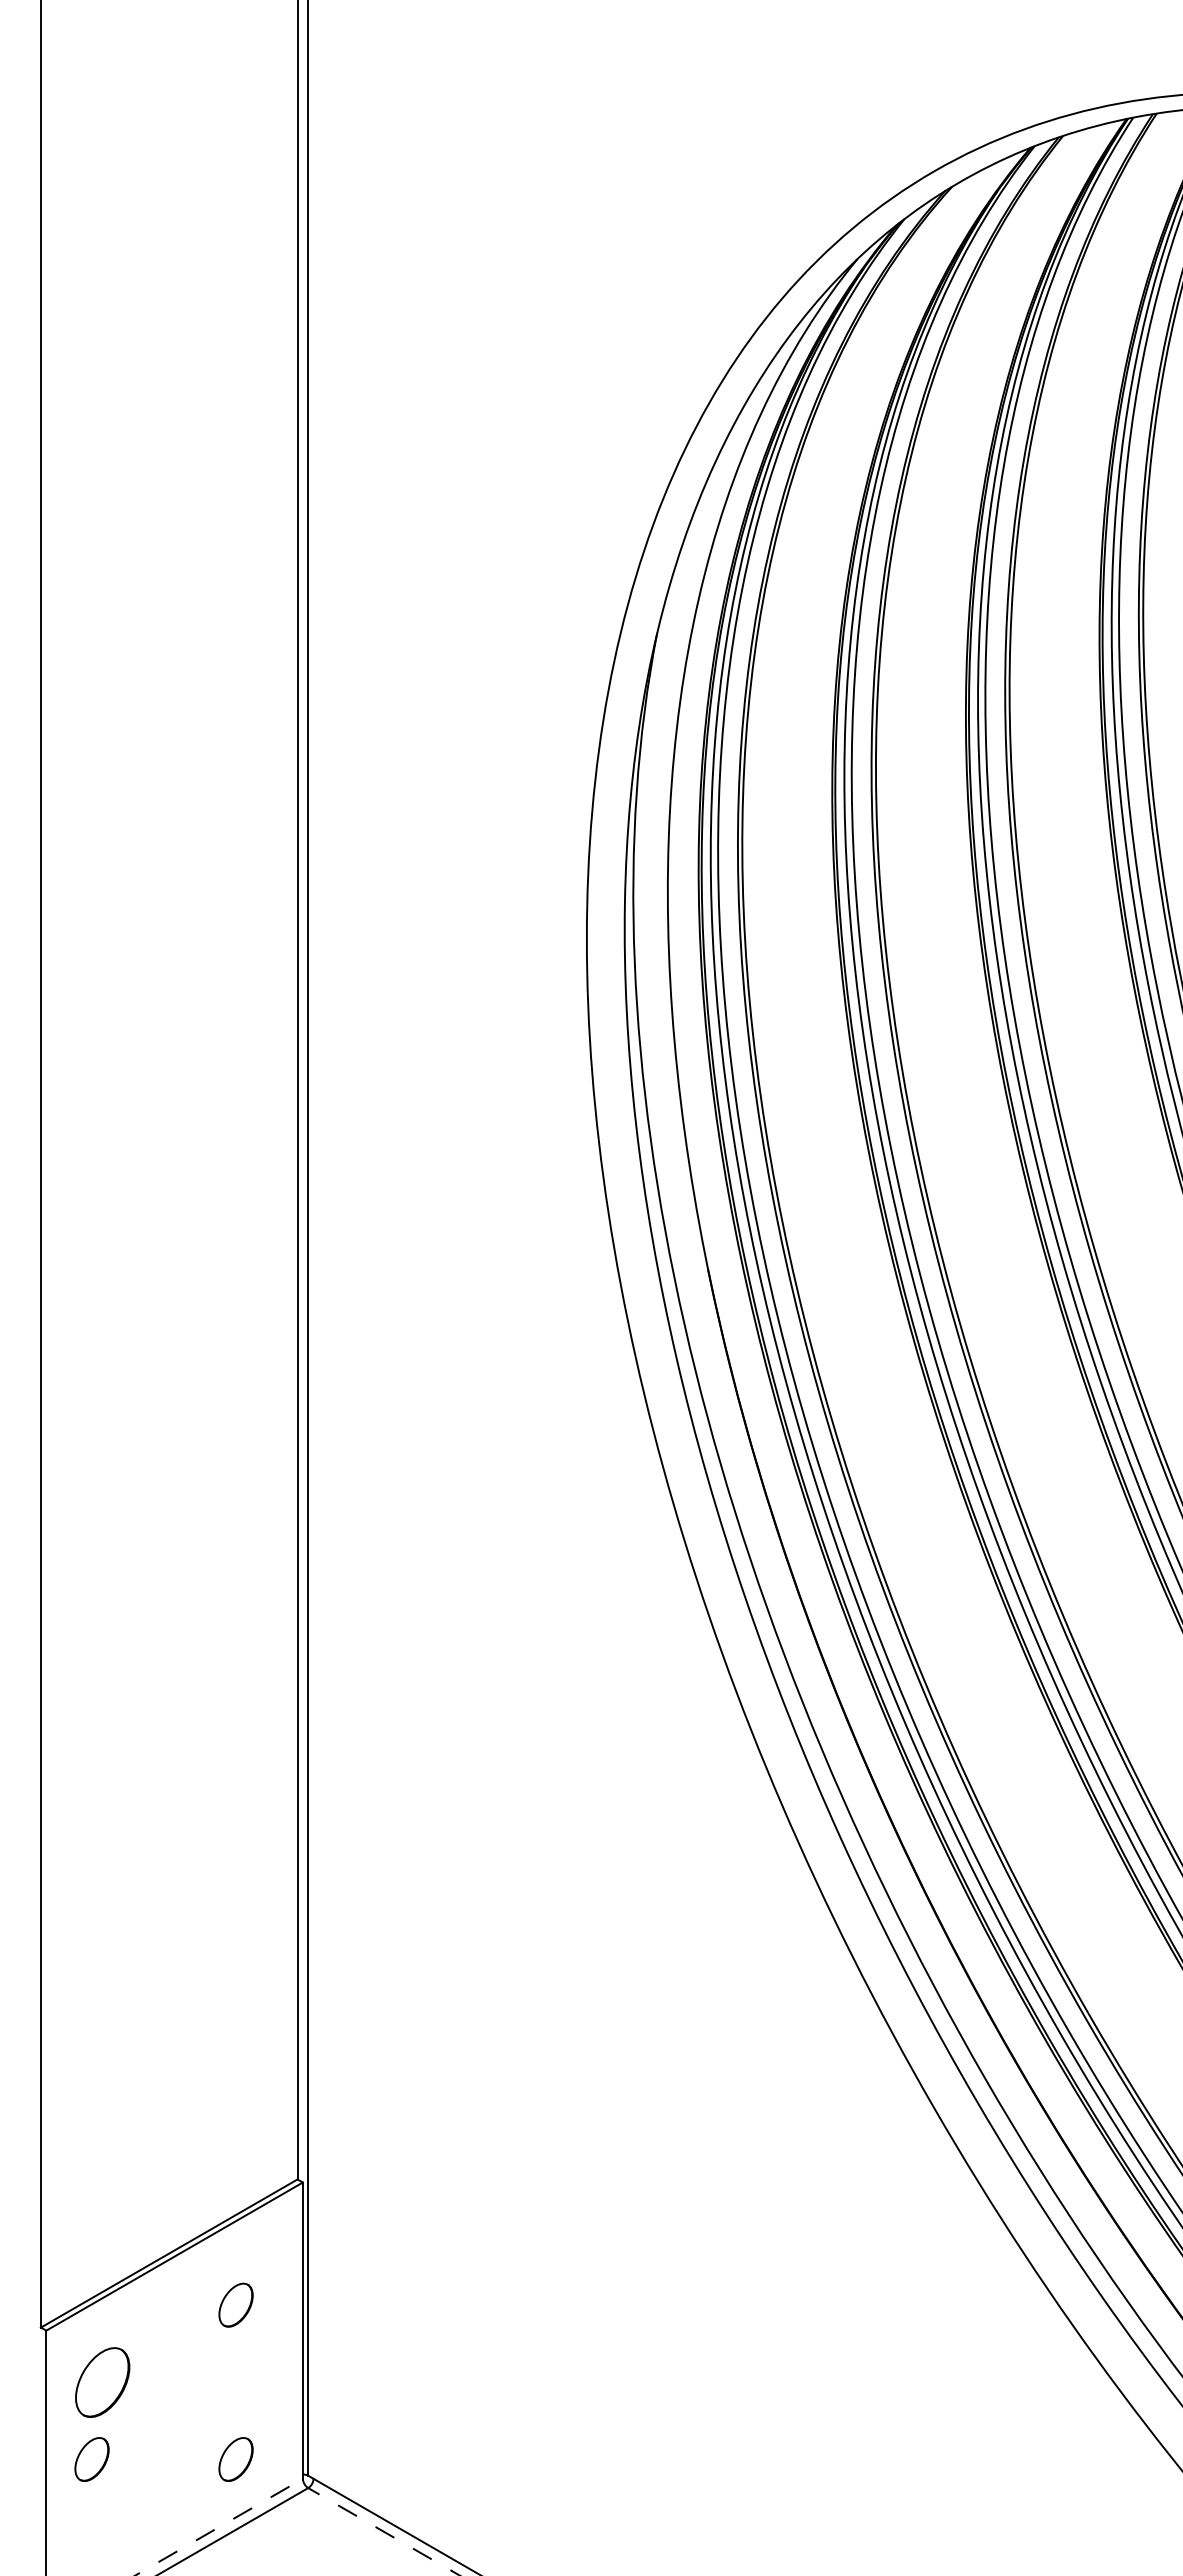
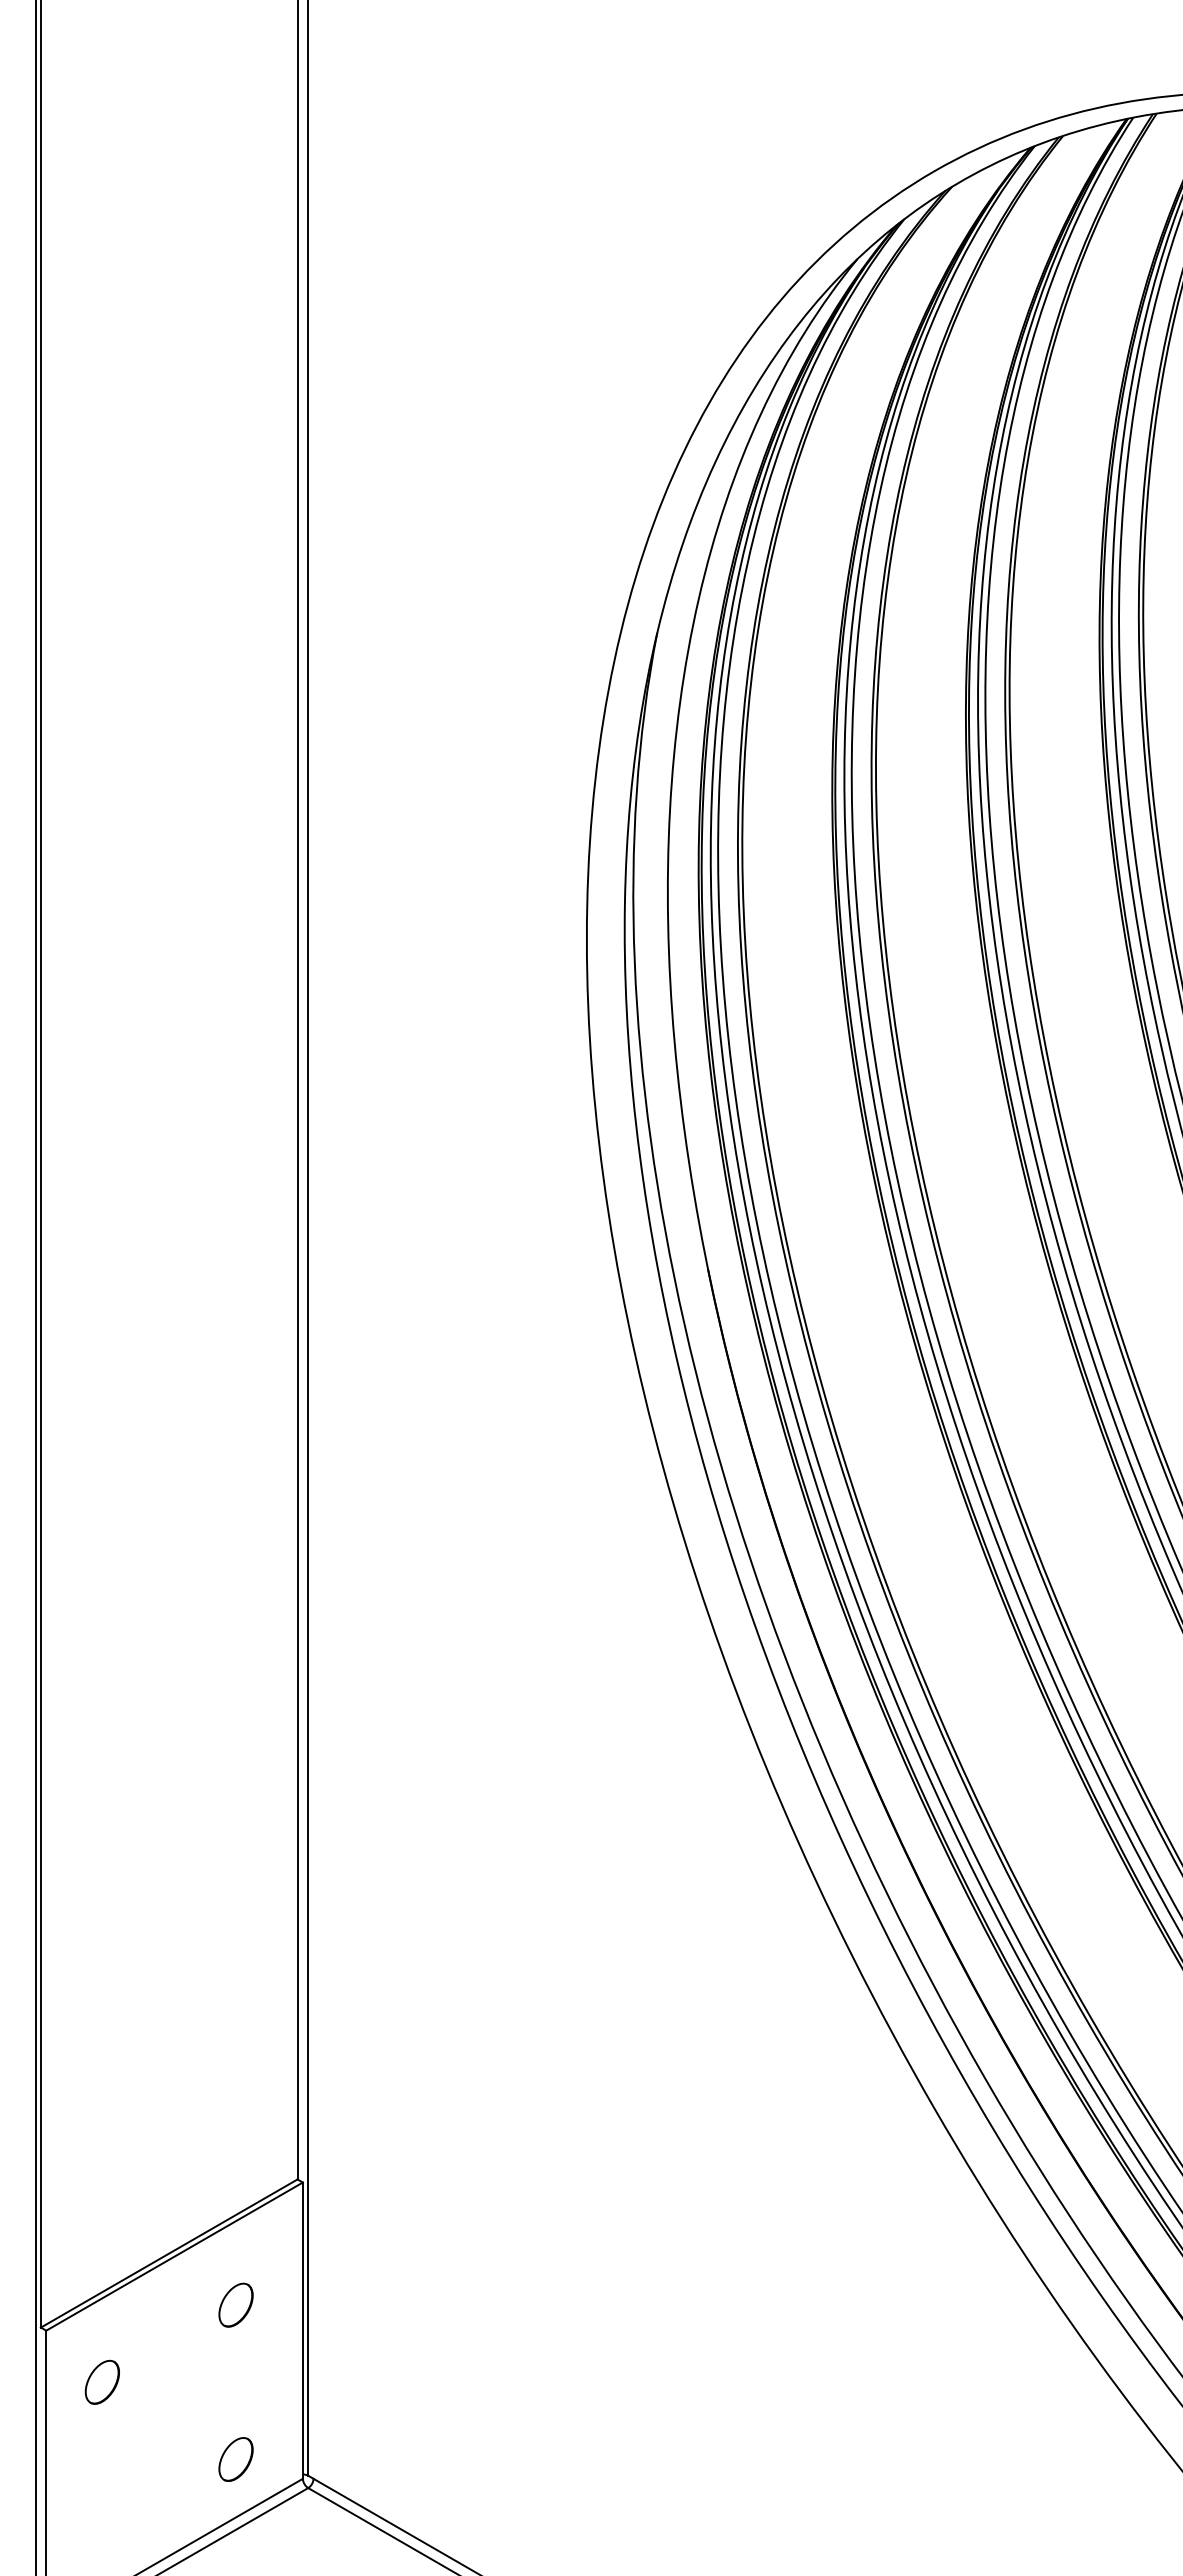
line at (35, 1287): none -> present
part at (102, 2382) size: 56x71 px -> 36x46 px
part at (91, 2459): present -> none
line at (219, 2527): dashed -> solid
line at (383, 2531): dashed -> solid
